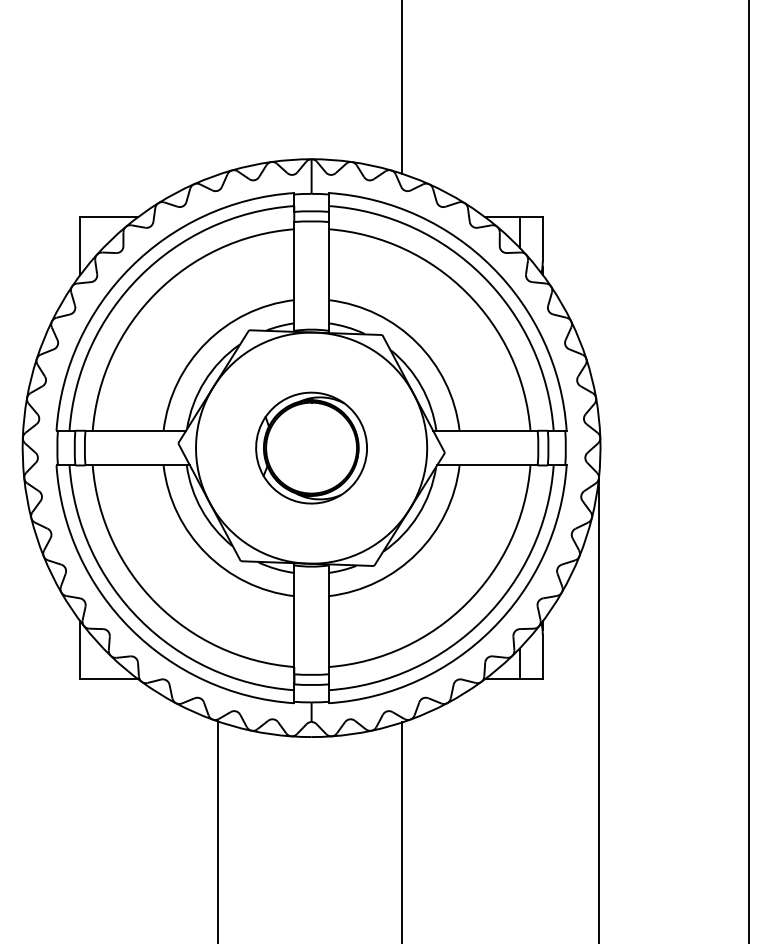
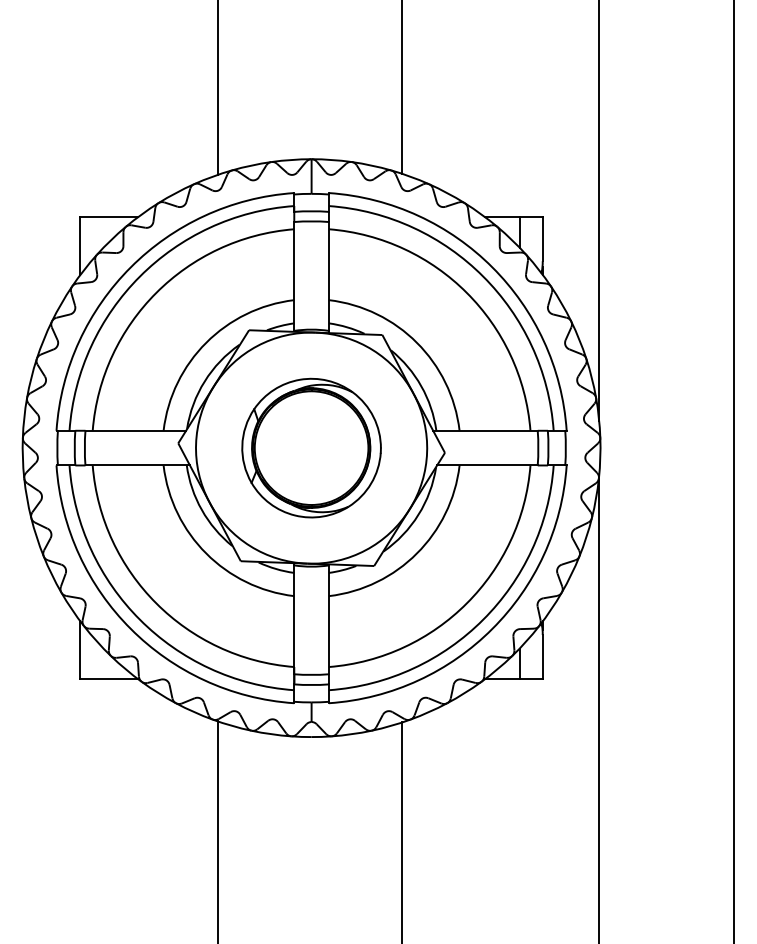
line at (217, 88): none -> present
line at (599, 211): none -> present
part at (311, 447) size: 113x114 px -> 141x142 px
line at (749, 471) position: (749, 471) -> (734, 471)
